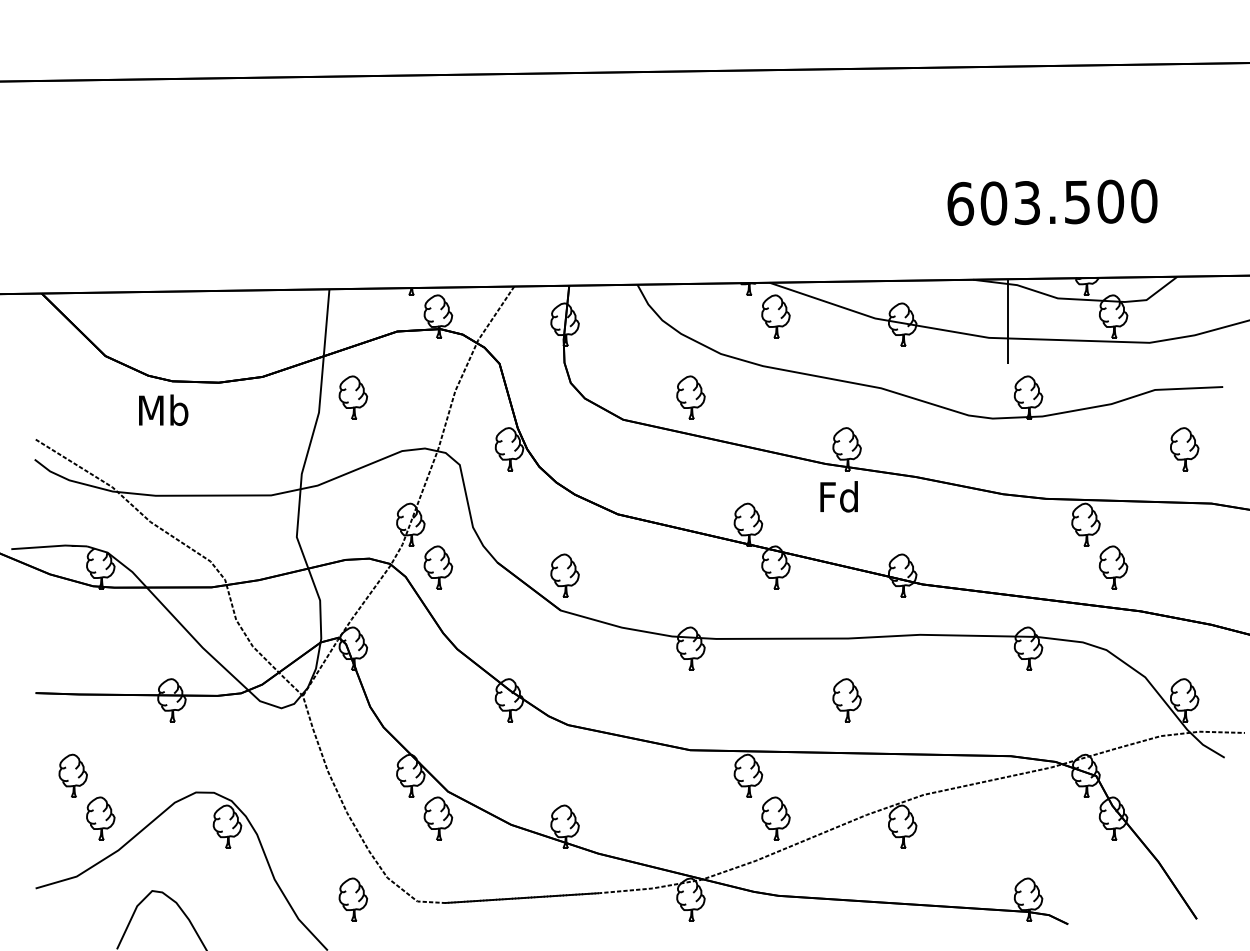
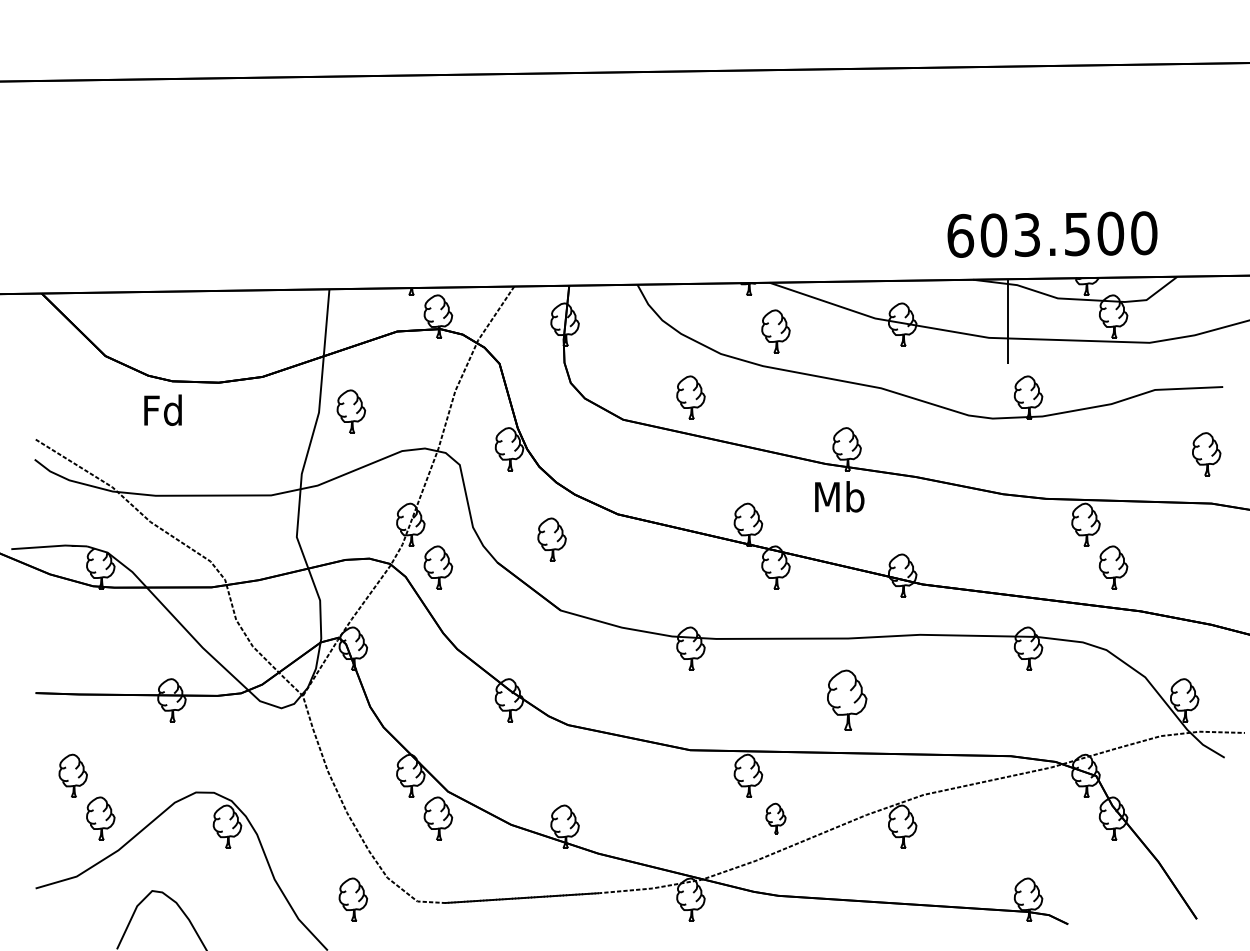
text at (1052, 202) position: (1052, 202) -> (1052, 234)
part at (775, 316) position: (775, 316) -> (775, 331)
part at (353, 397) position: (353, 397) -> (351, 411)
text at (163, 409): Mb -> Fd
part at (1184, 449) position: (1184, 449) -> (1206, 454)
text at (839, 496): Fd -> Mb
part at (564, 575) position: (564, 575) -> (551, 539)
part at (846, 700) size: 30x45 px -> 41x62 px
part at (775, 818) size: 30x45 px -> 22x33 px
